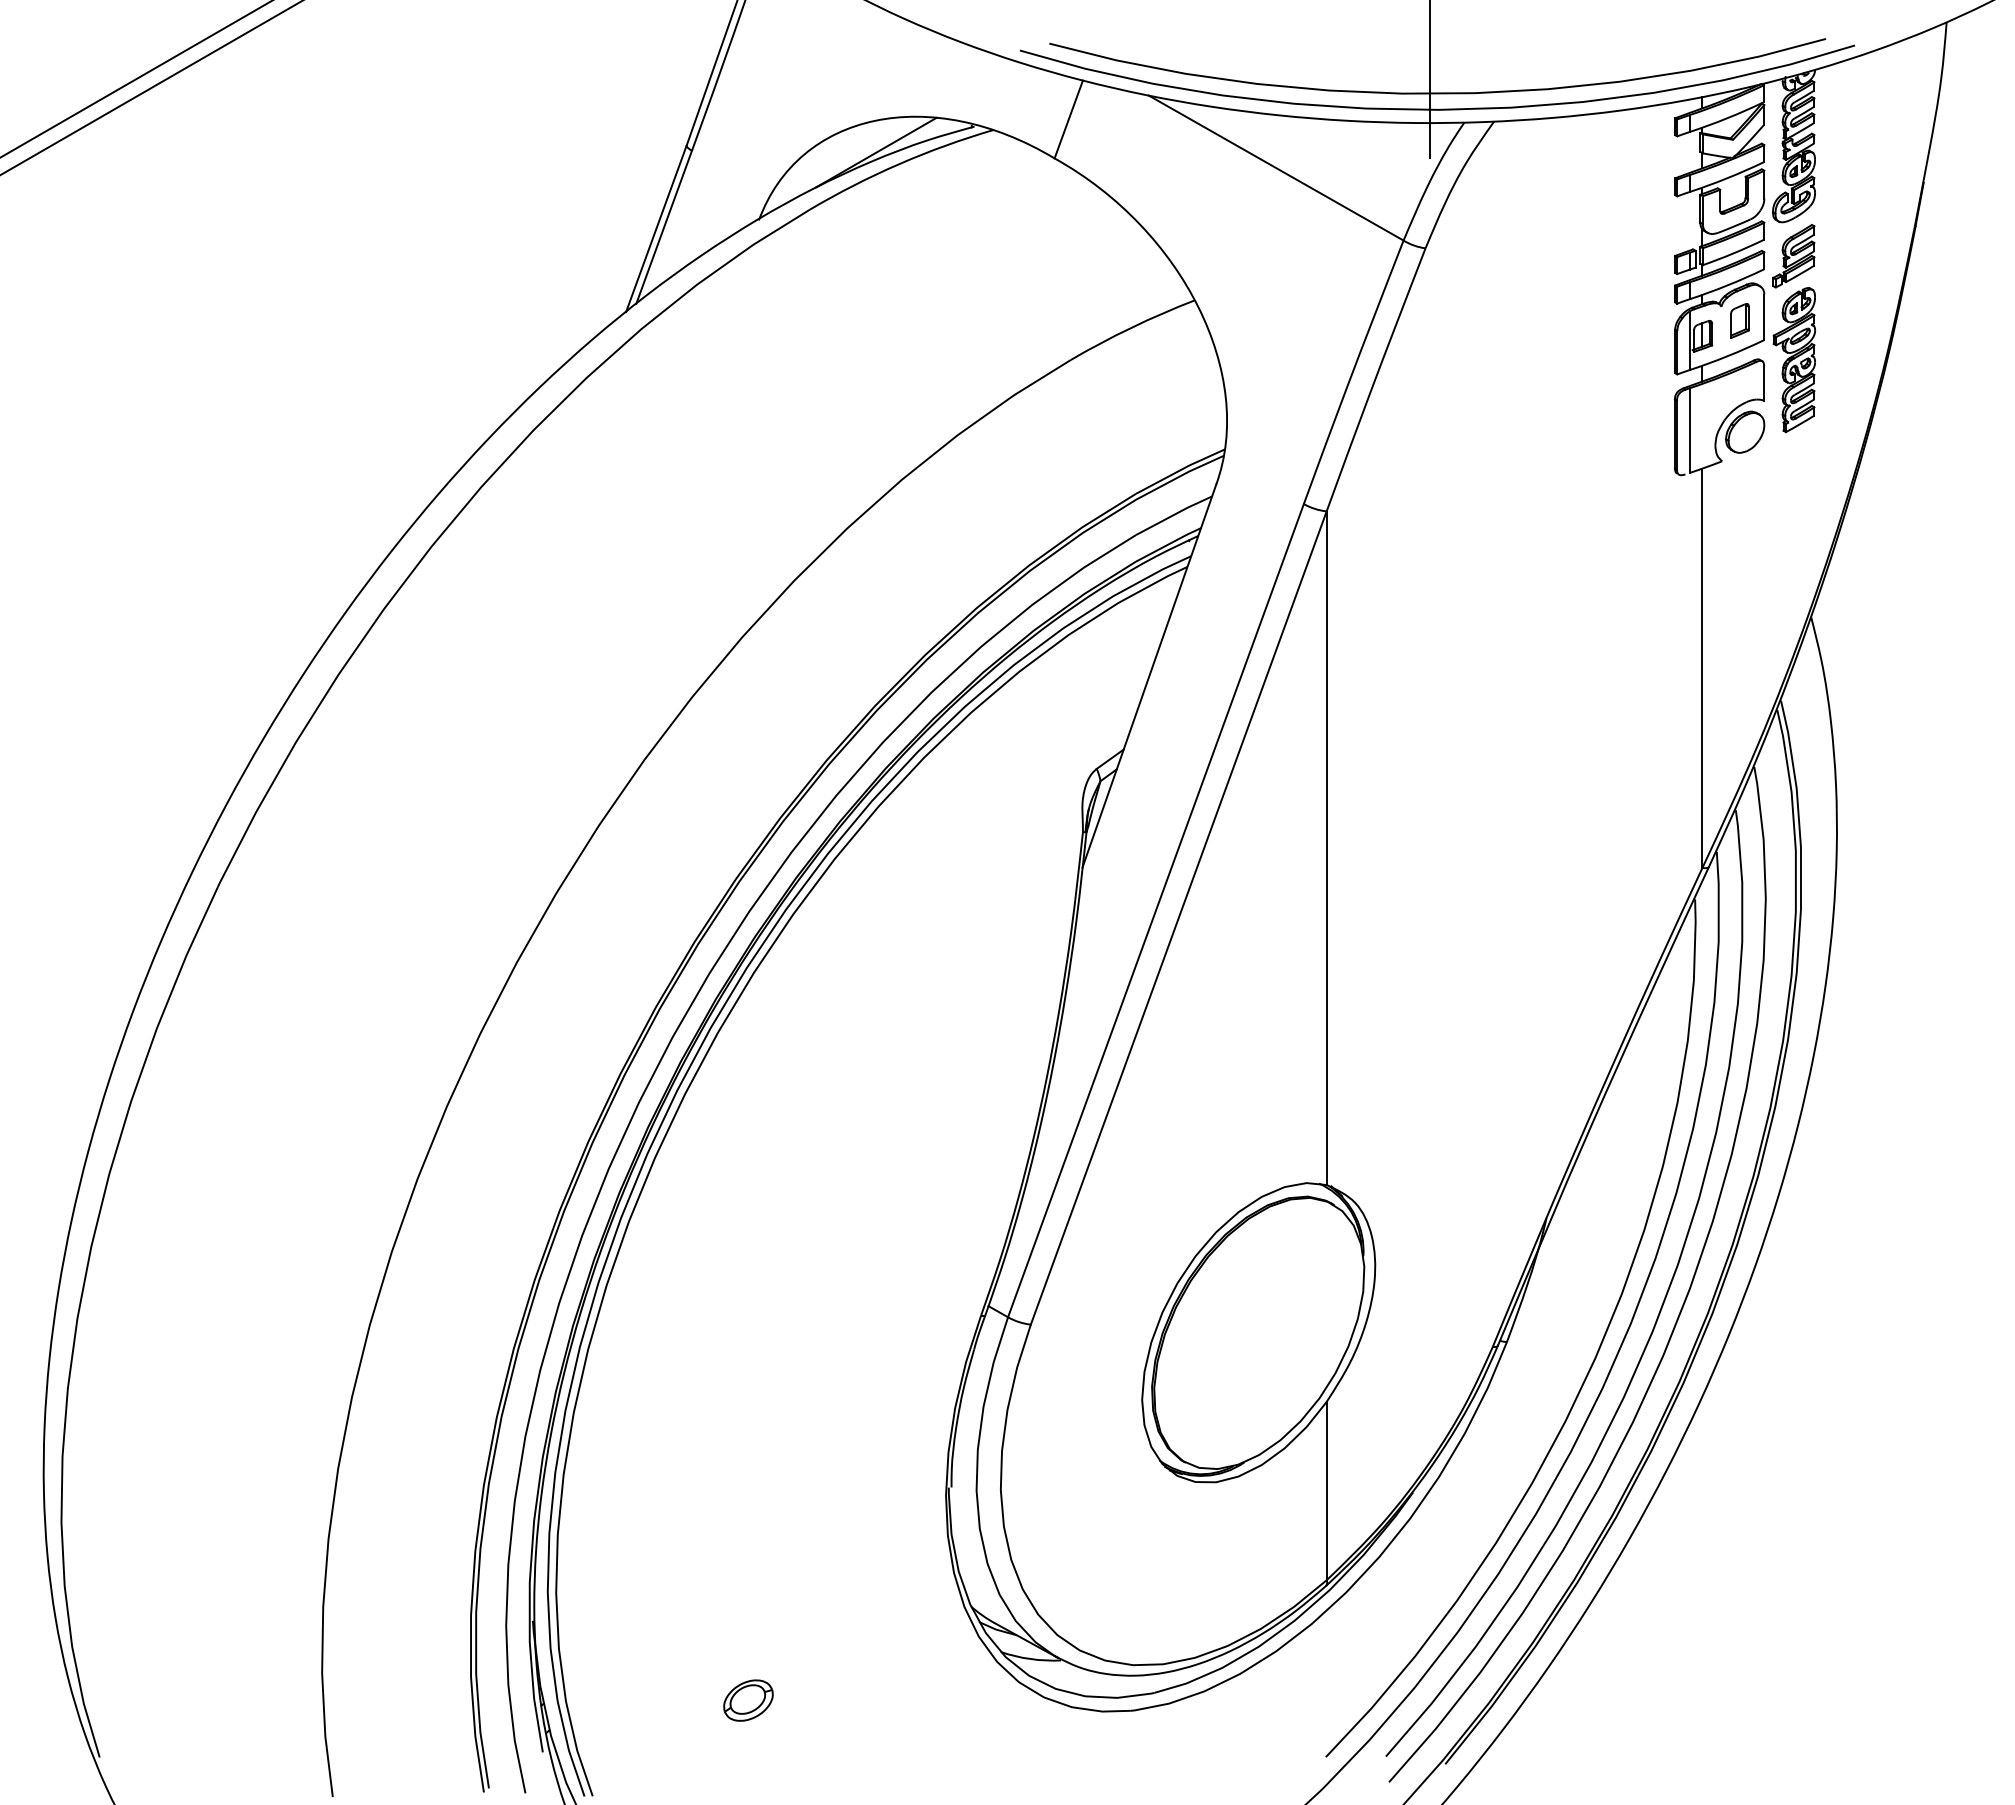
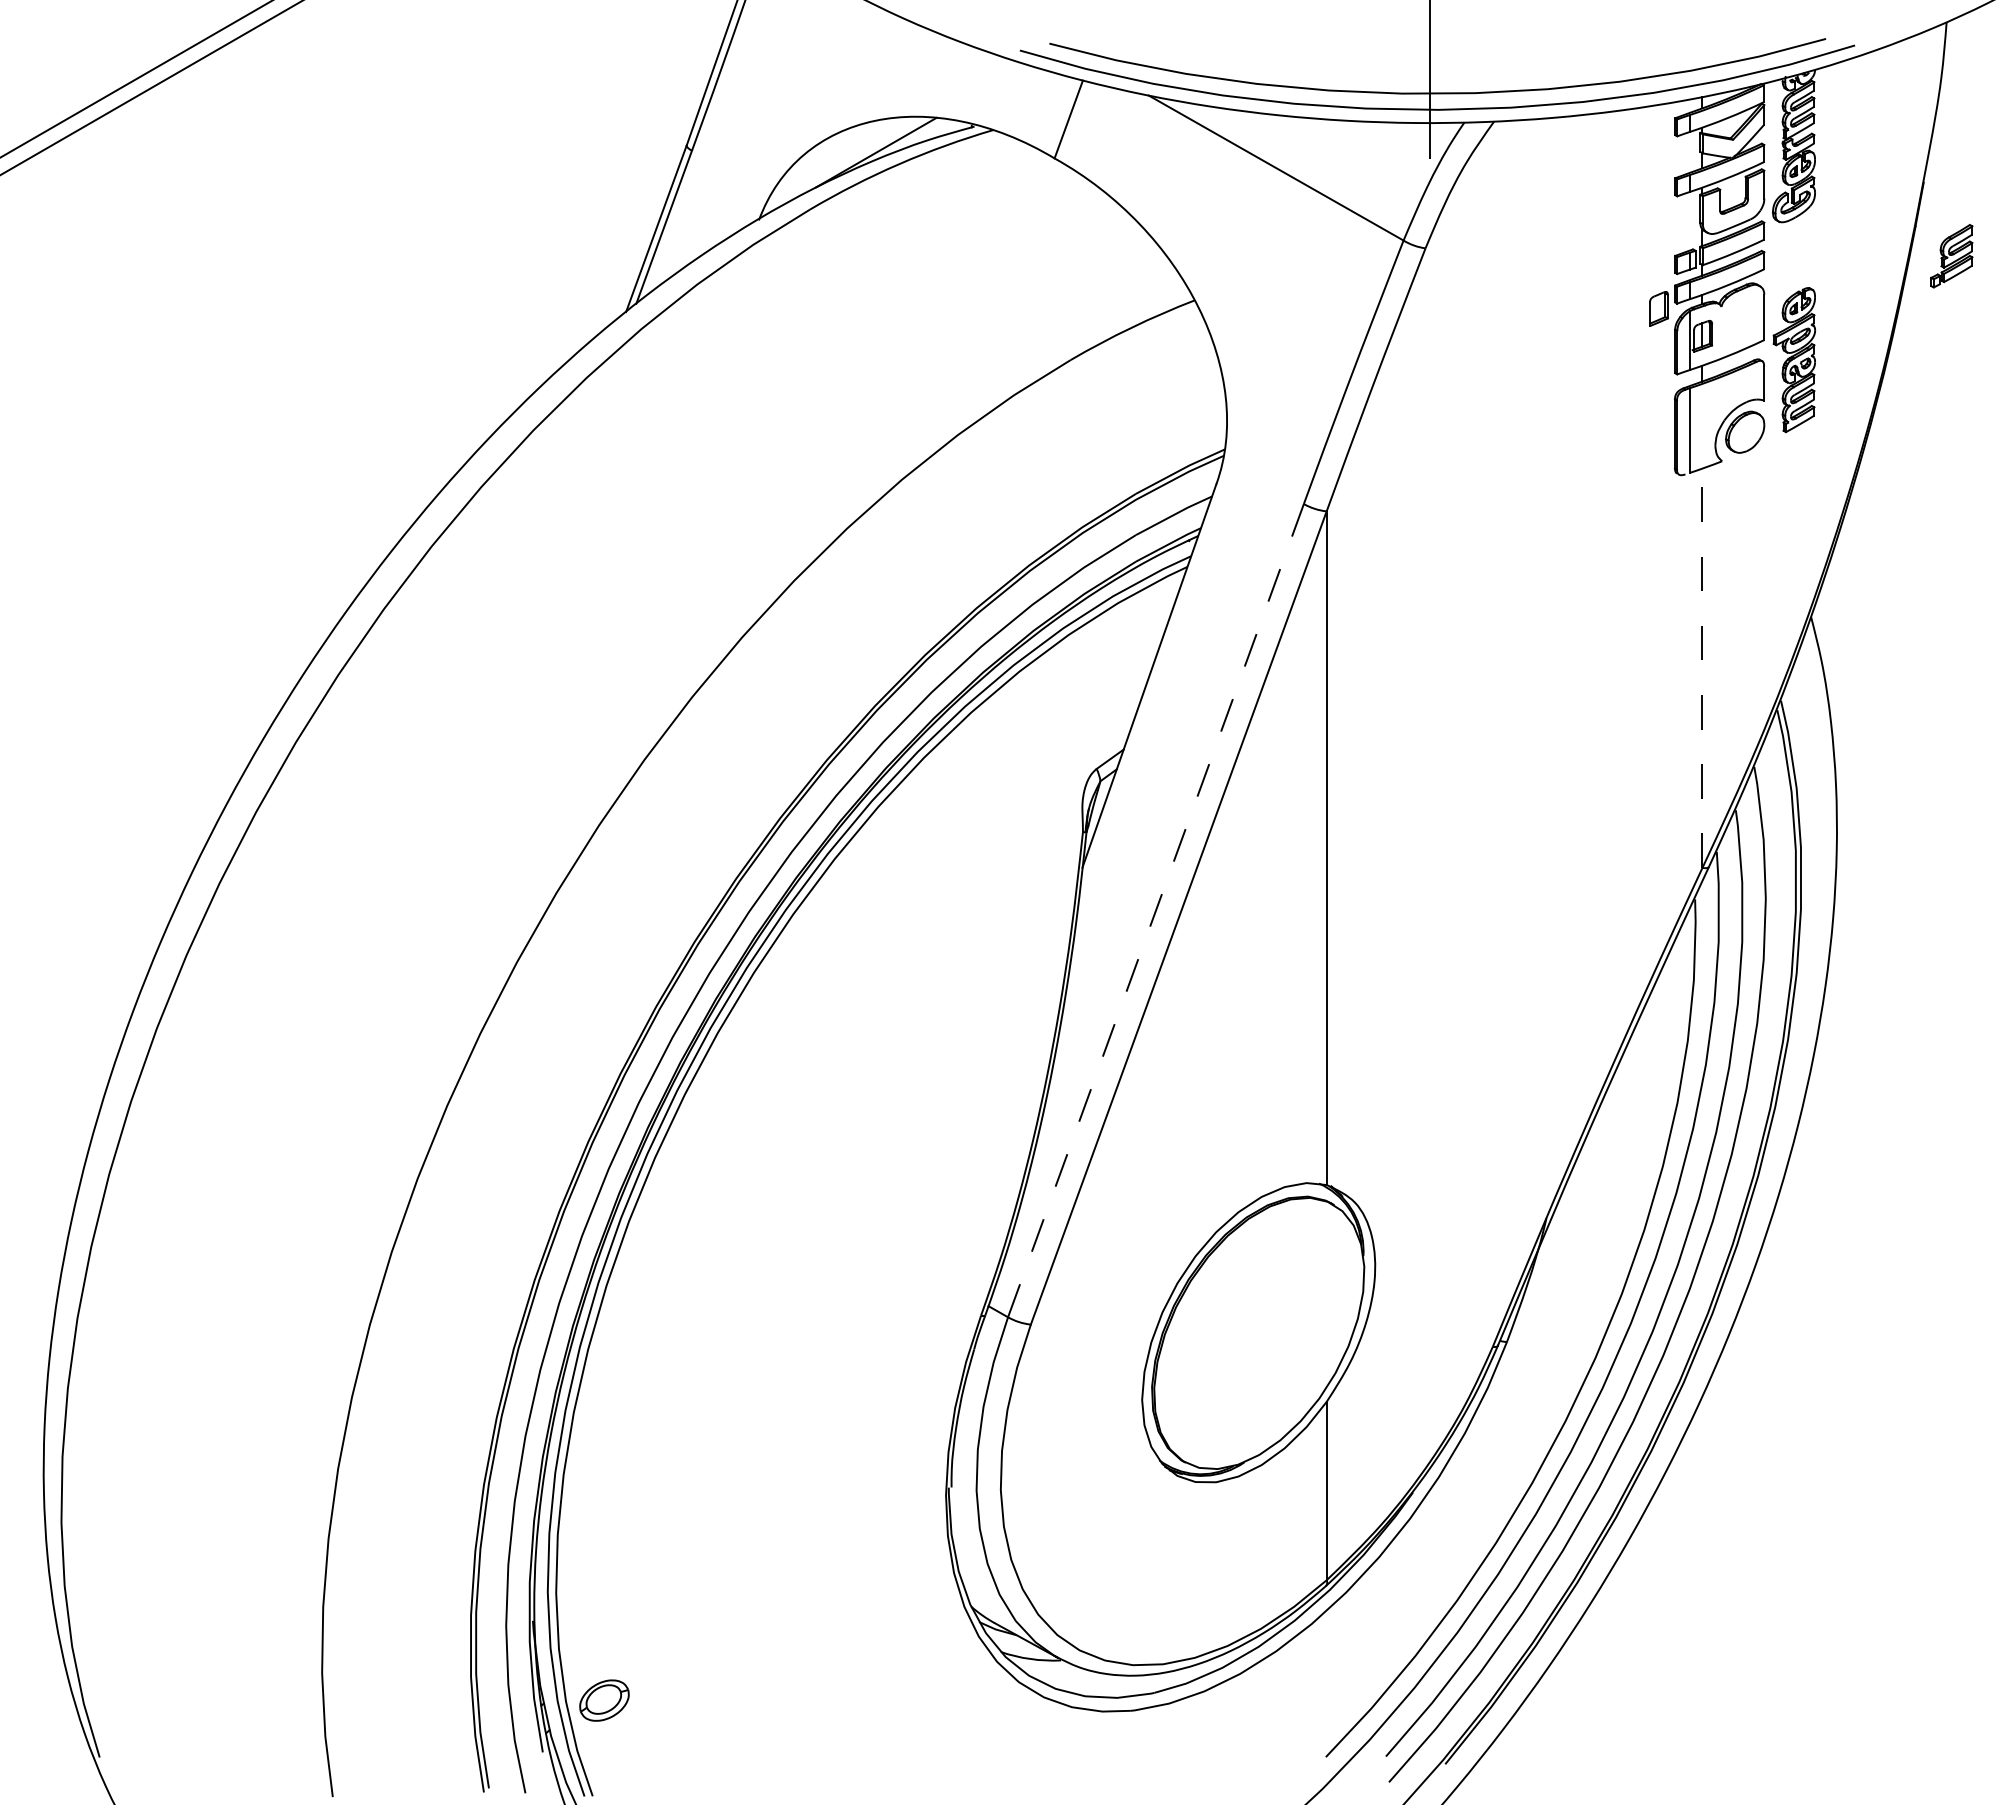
part at (1793, 255) position: (1793, 255) -> (1951, 255)
part at (1739, 320) position: (1739, 320) -> (1658, 308)
line at (1702, 668): solid -> dashed
line at (1155, 910): solid -> dashed
part at (748, 1700) position: (748, 1700) -> (604, 1700)
